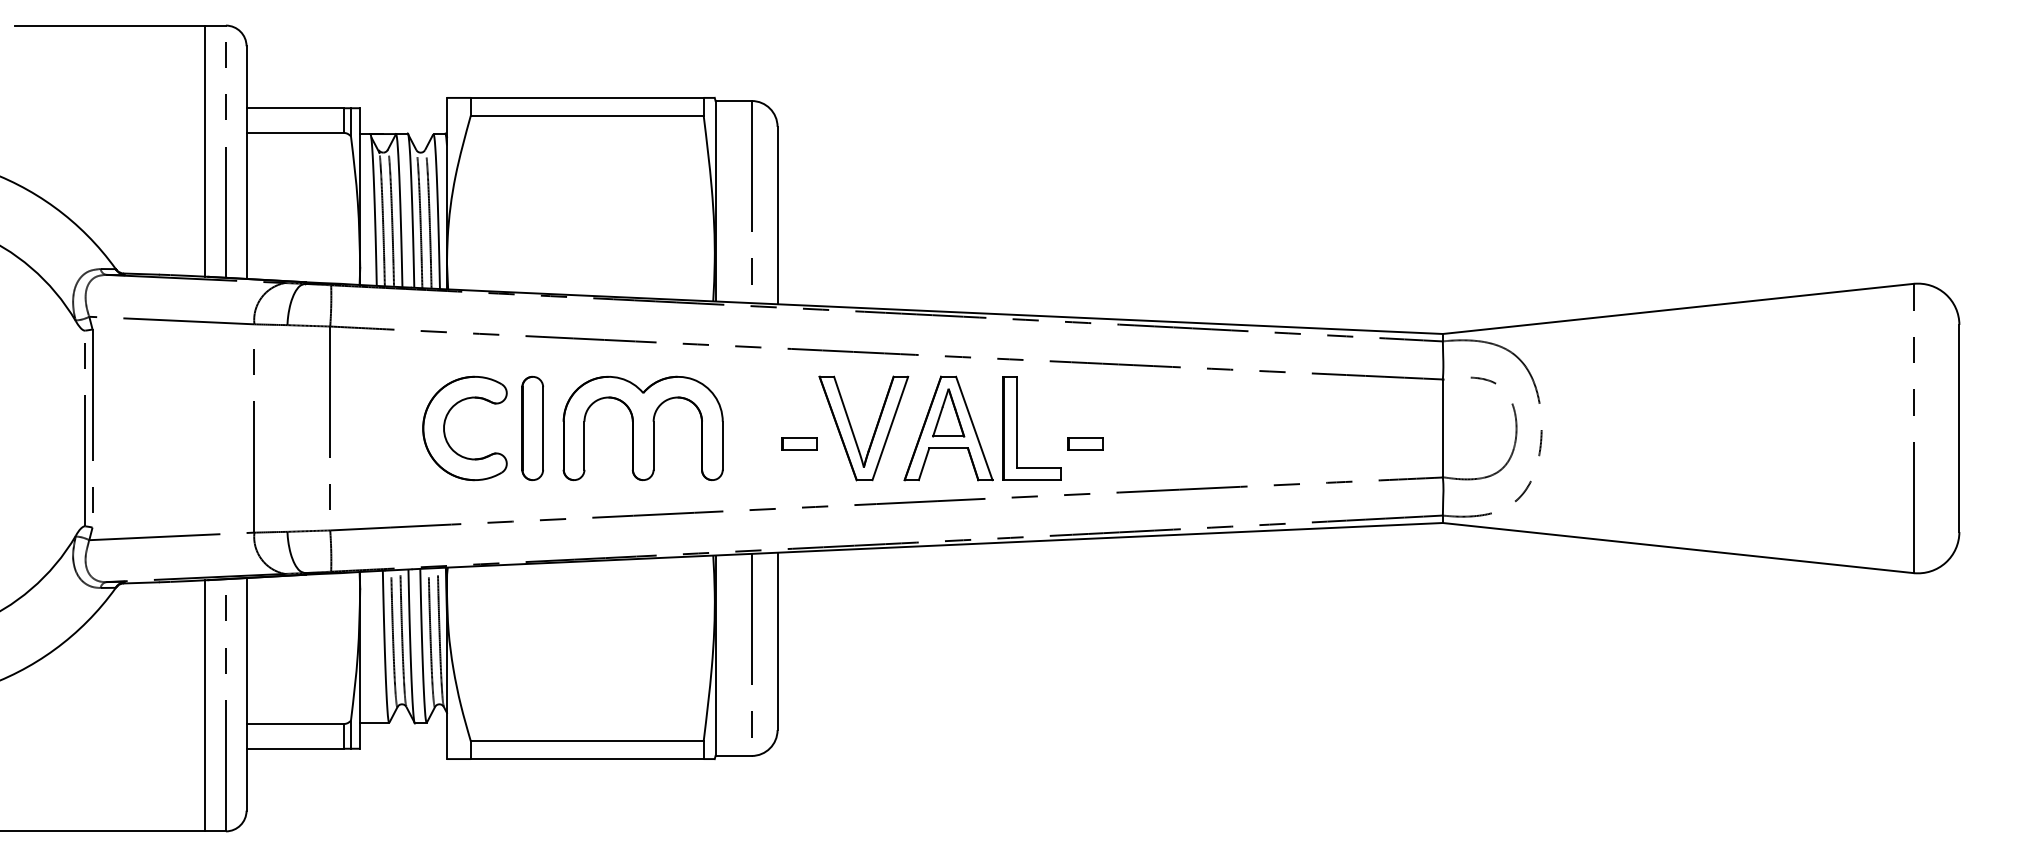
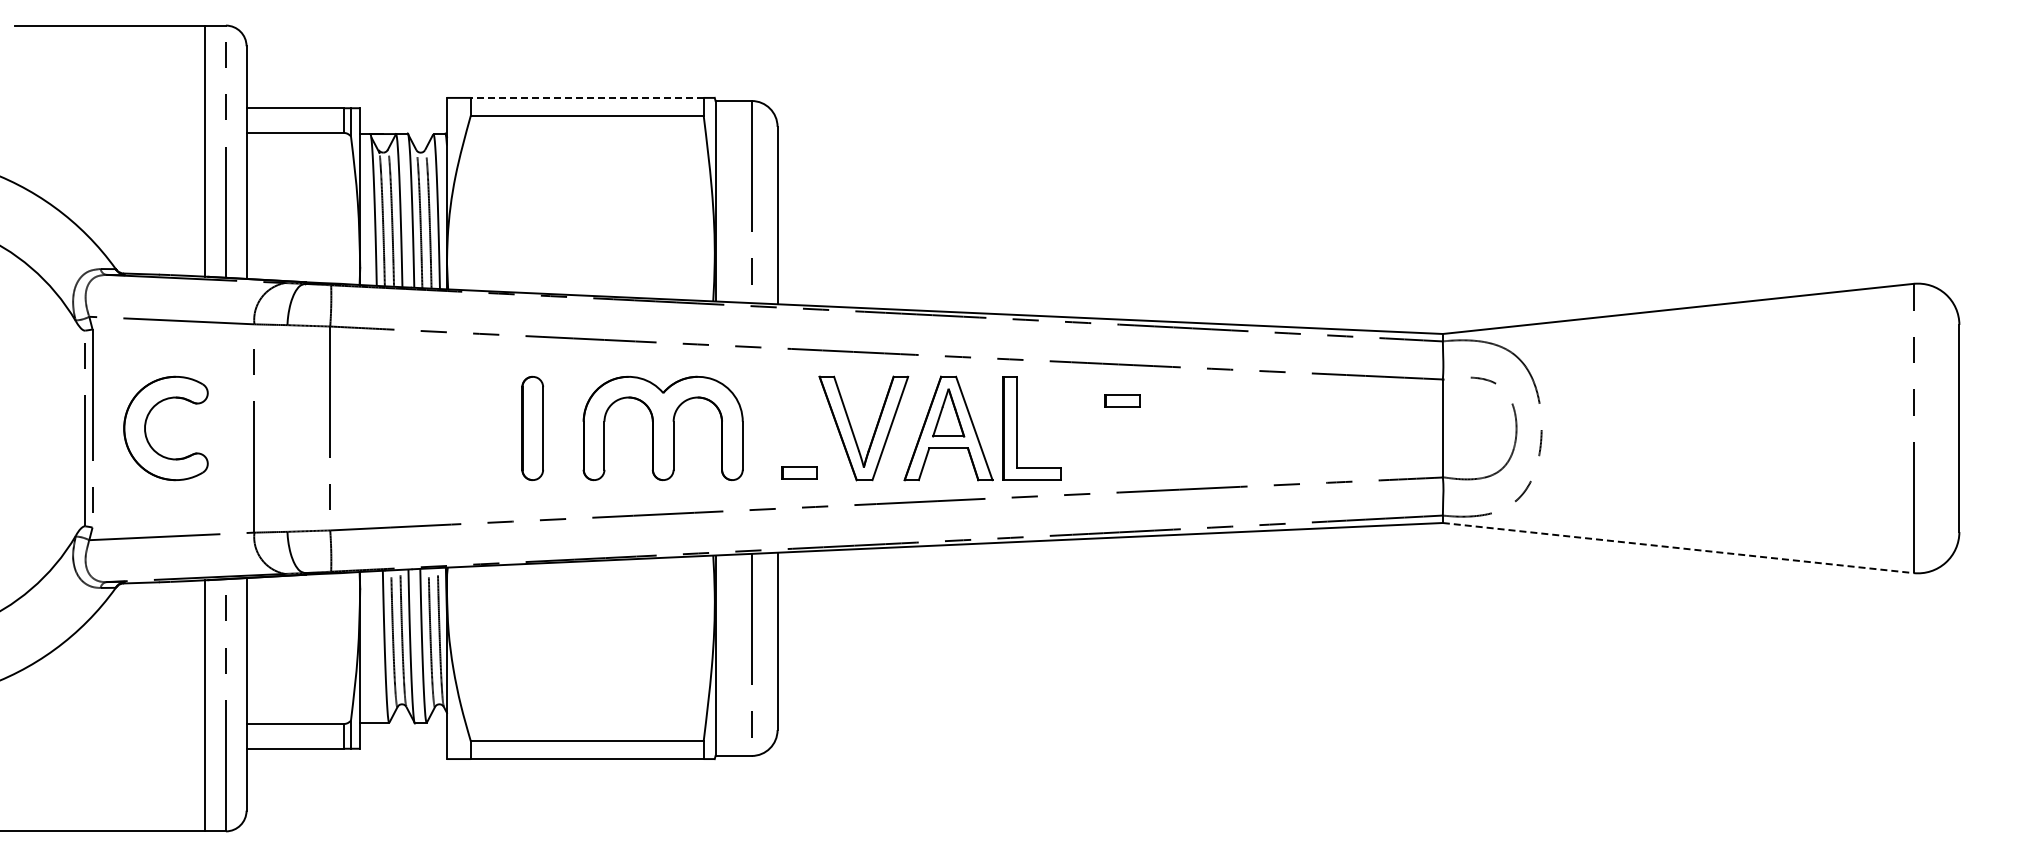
line at (586, 97): solid -> dashed
part at (445, 424) position: (445, 424) -> (146, 424)
part at (642, 428) position: (642, 428) -> (662, 428)
part at (799, 443) position: (799, 443) -> (799, 472)
part at (1085, 443) position: (1085, 443) -> (1122, 400)
line at (1678, 548): solid -> dashed
